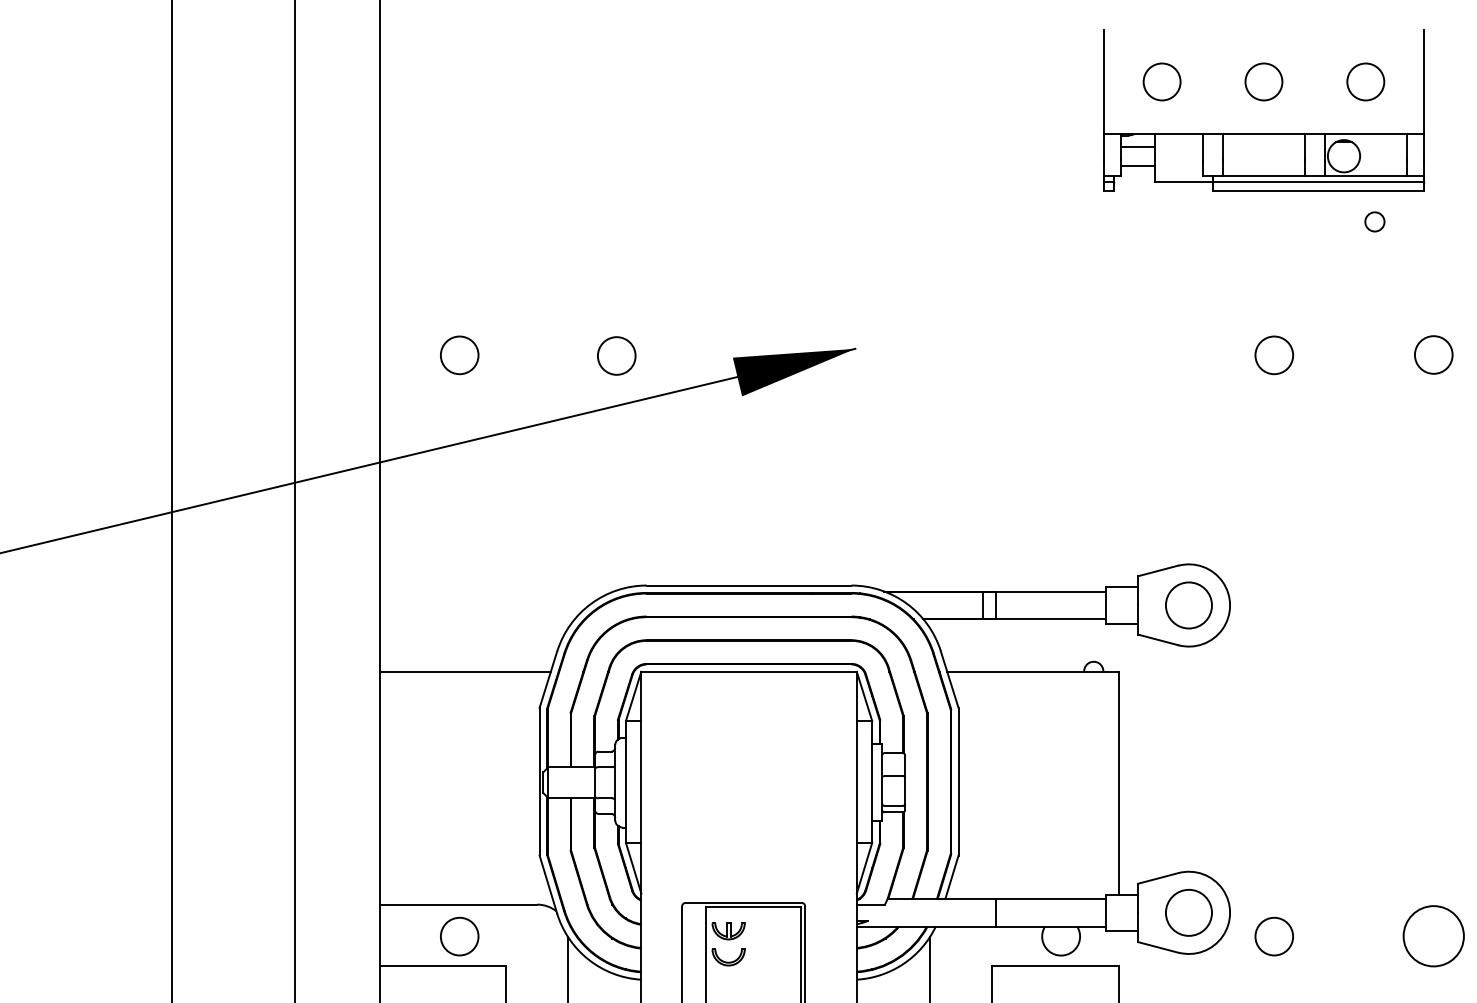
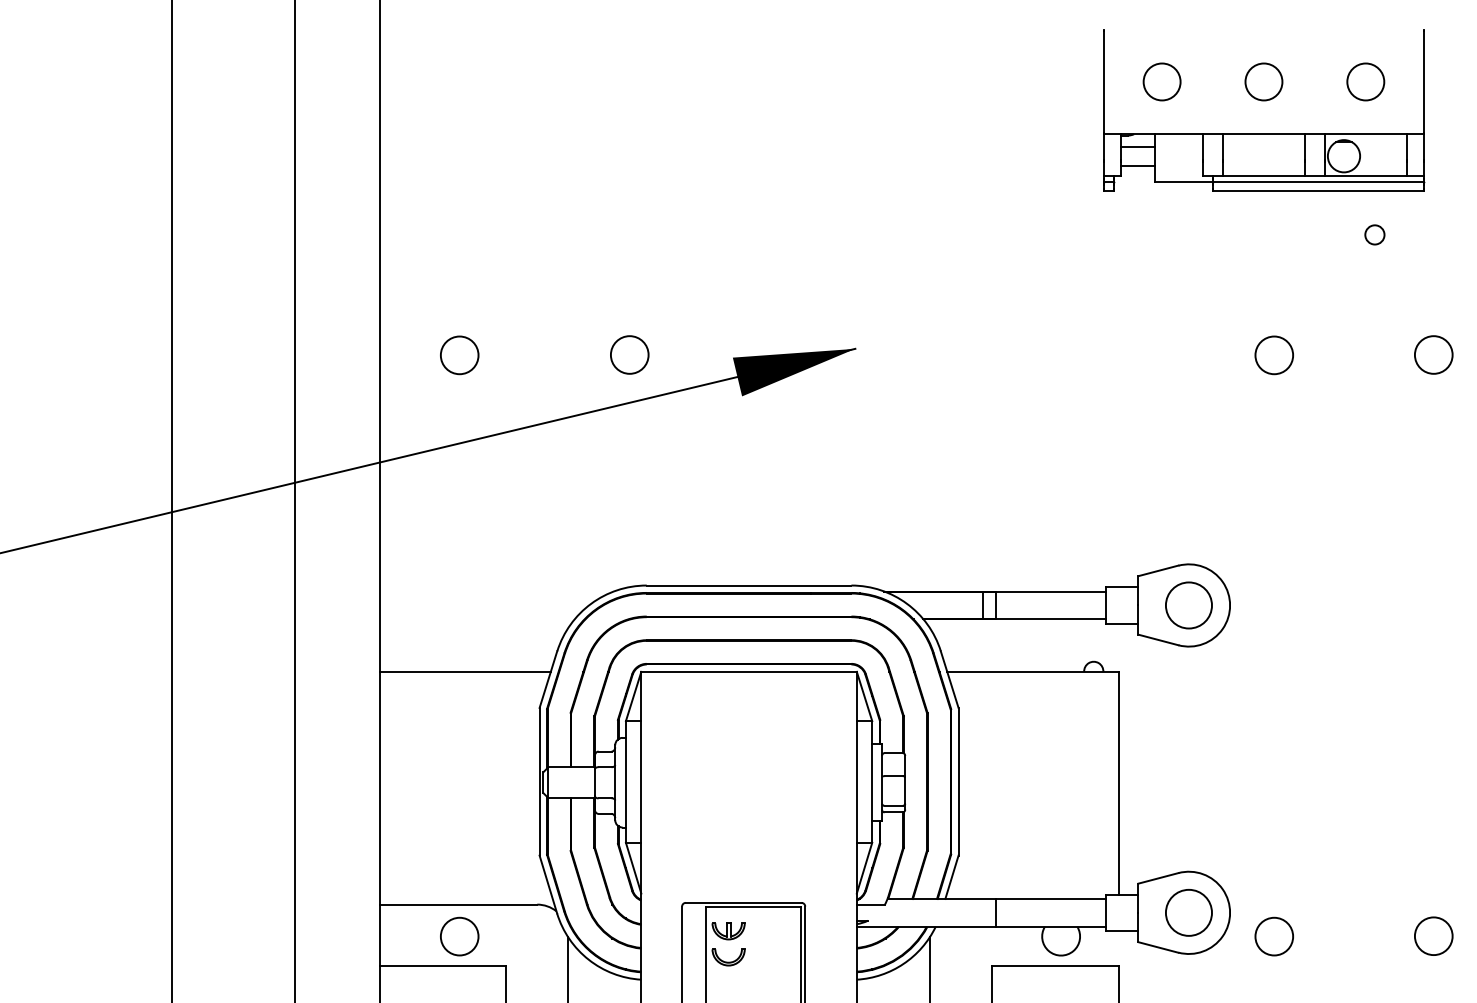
circle at (1374, 221) position: (1374, 221) -> (1374, 234)
circle at (616, 355) position: (616, 355) -> (629, 354)
circle at (1433, 936) diameter: 60 px -> 38 px
